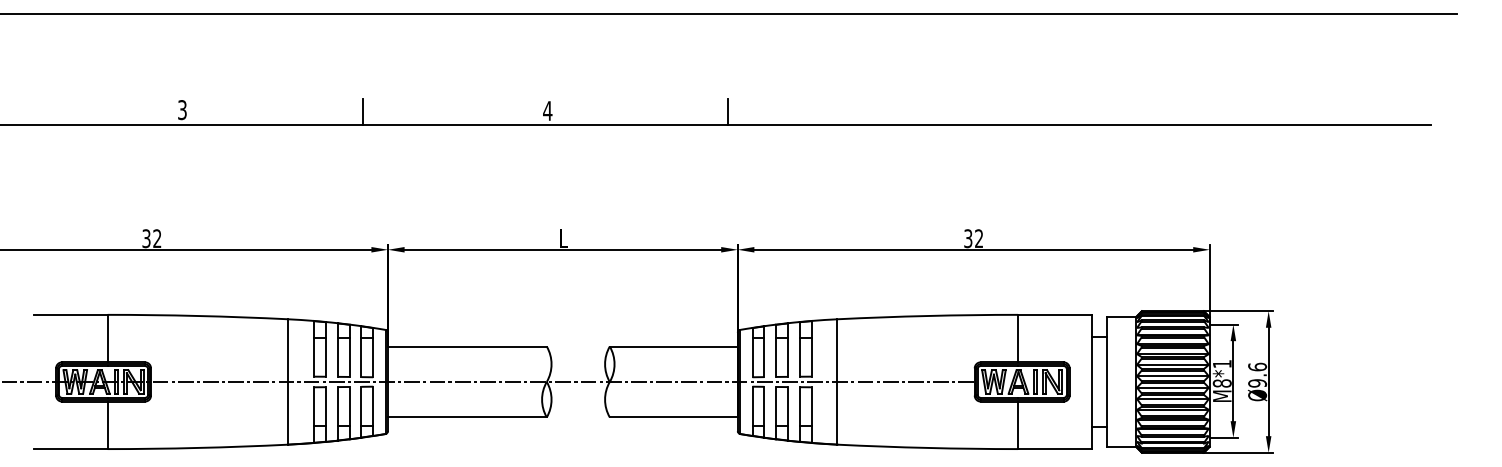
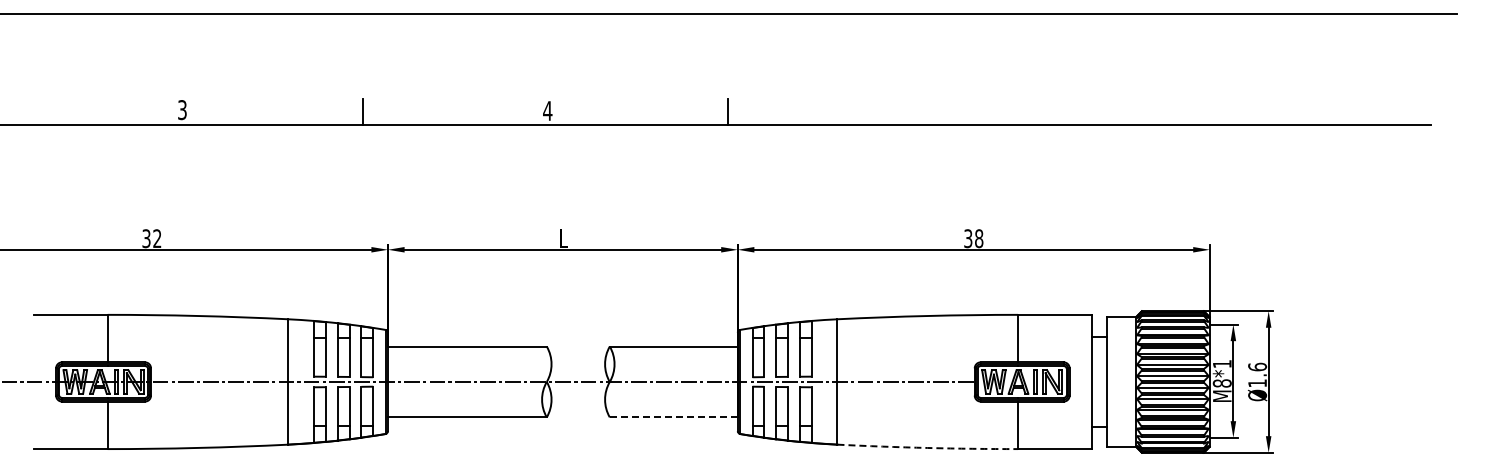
text at (979, 238): 32 -> 38
text at (1257, 383): Ø9.6 -> Ø1.6
line at (673, 417): solid -> dashed
arc at (927, 447): solid -> dashed
